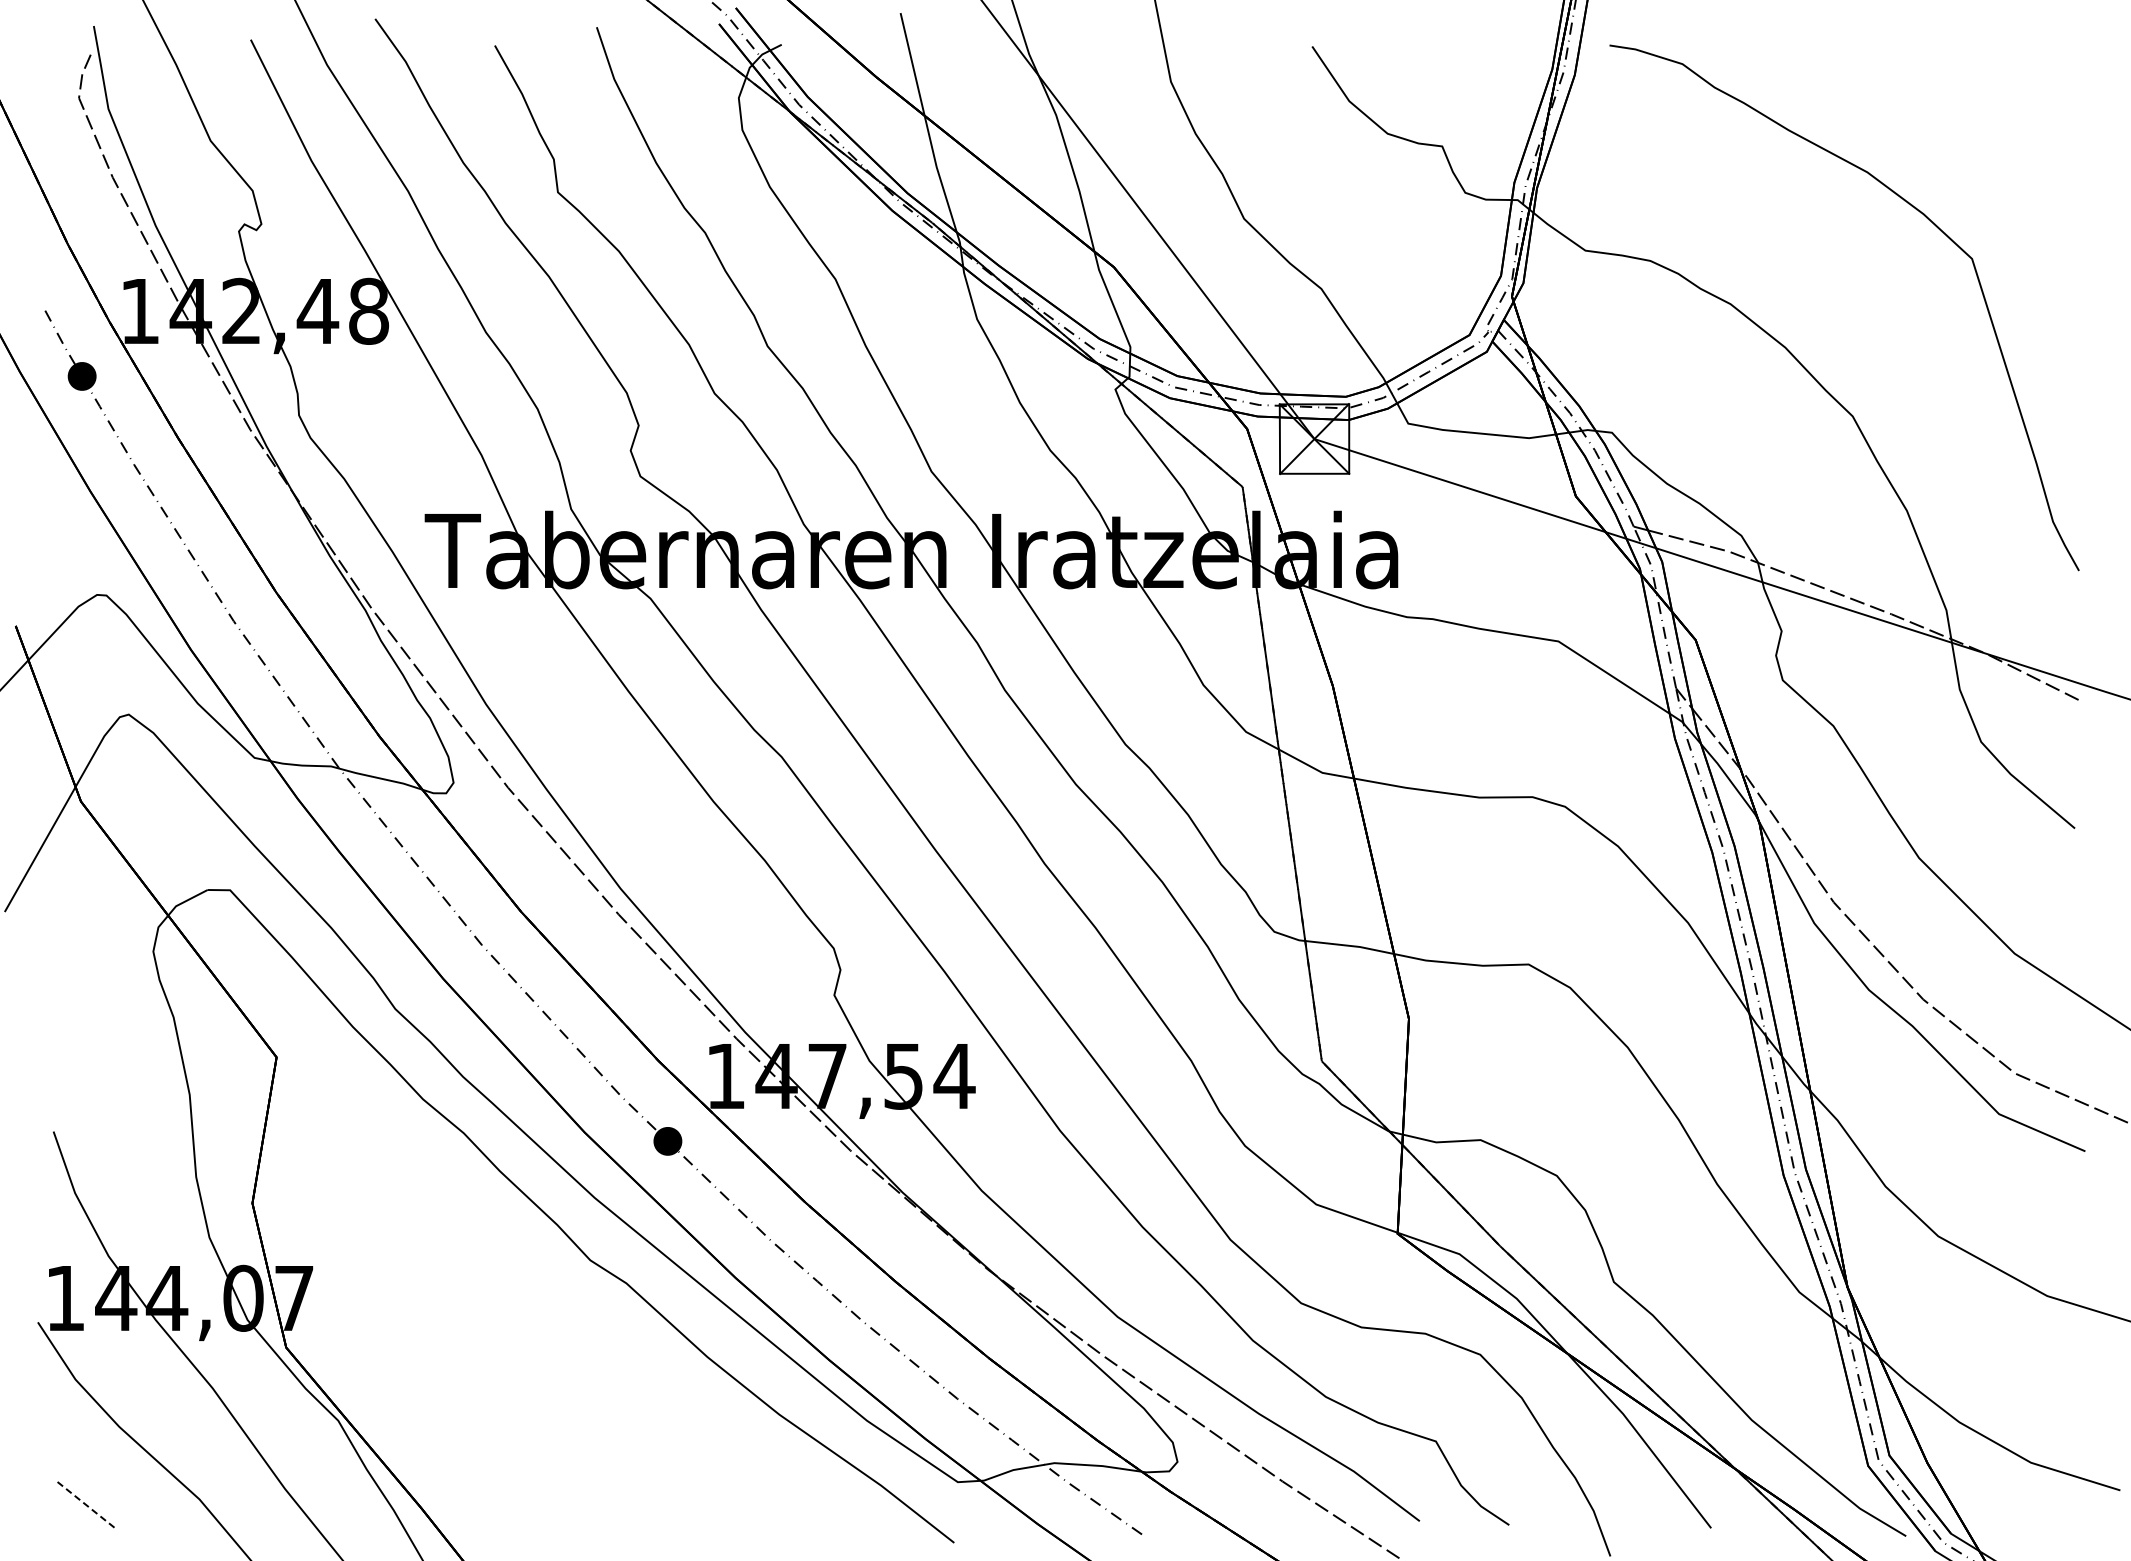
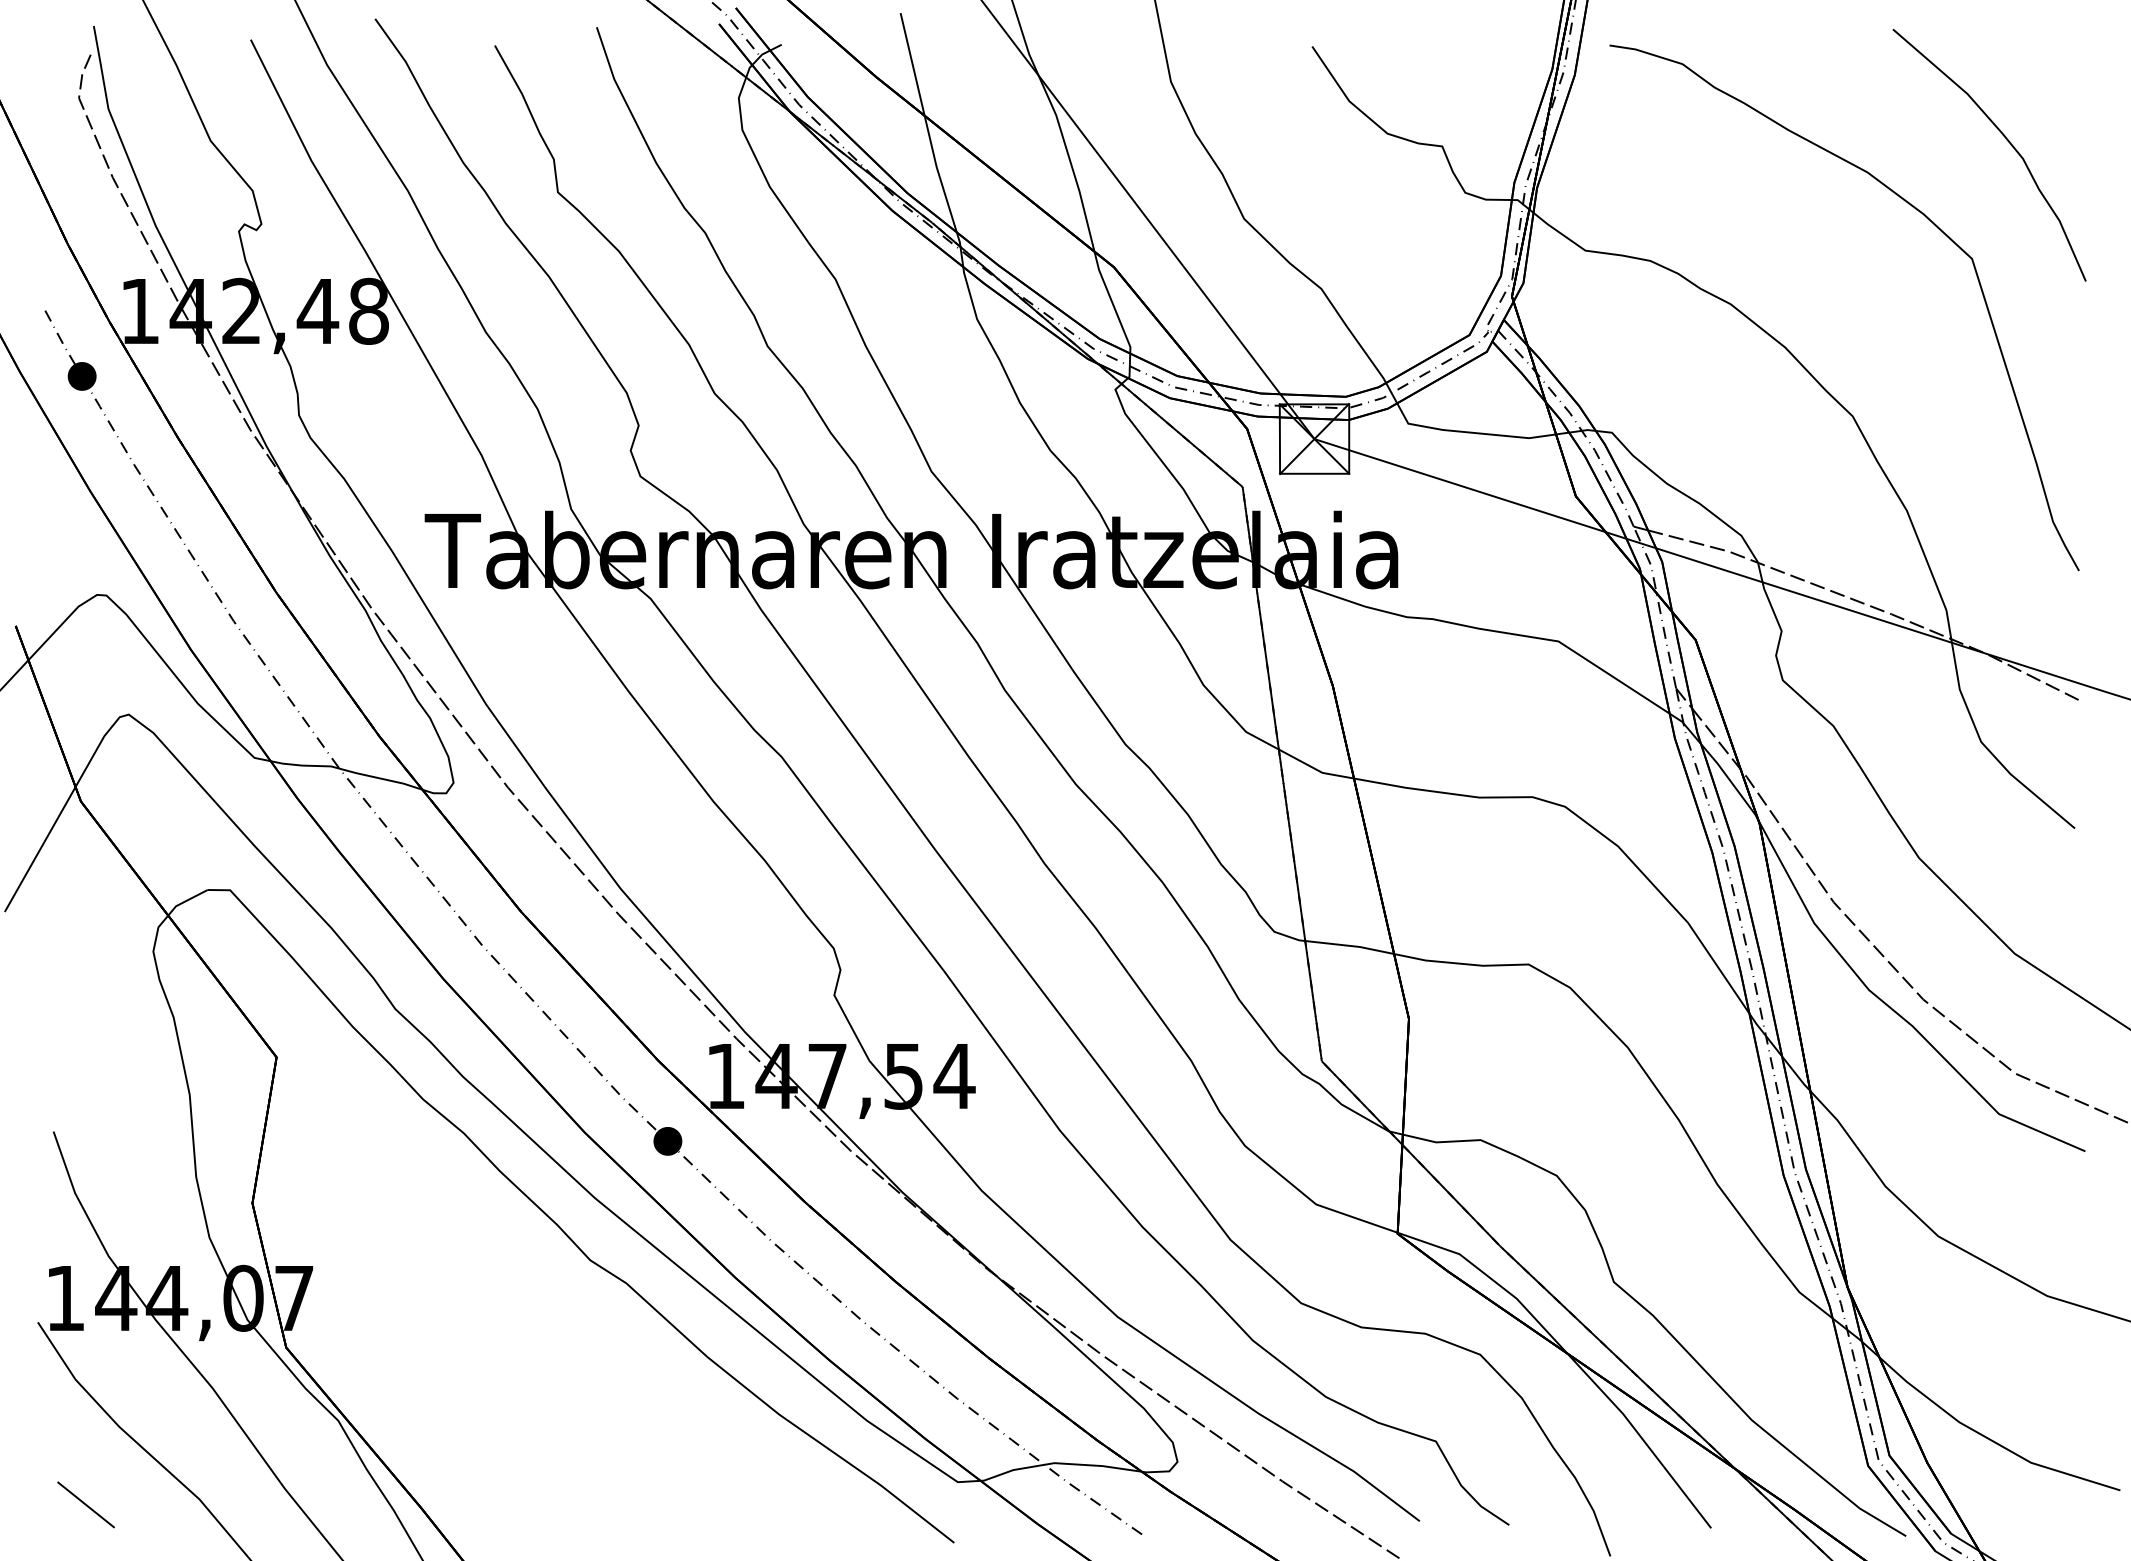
curve at (2006, 140): none -> present
line at (86, 1504): dashed -> solid
